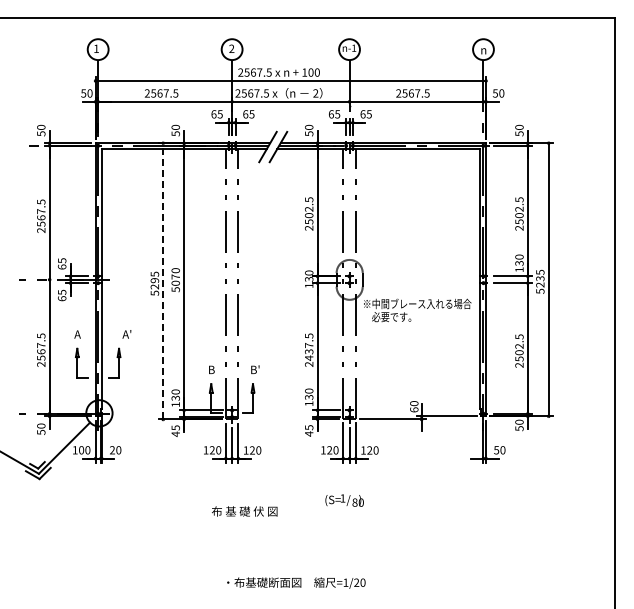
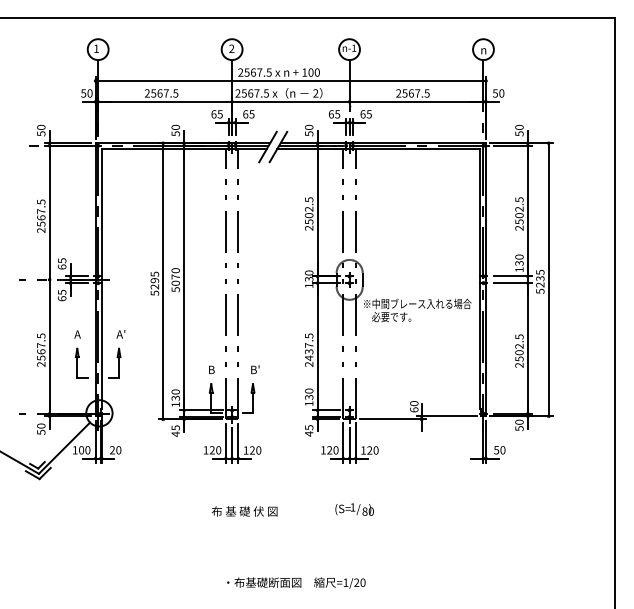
line at (163, 280): dashed -> solid
text at (126, 334) position: (126, 334) -> (120, 334)
text at (344, 500) position: (344, 500) -> (354, 509)
